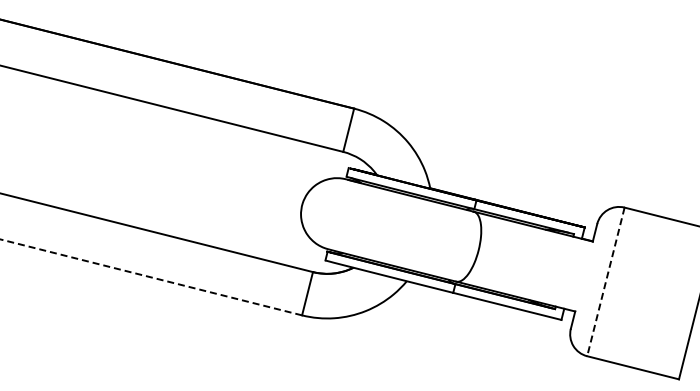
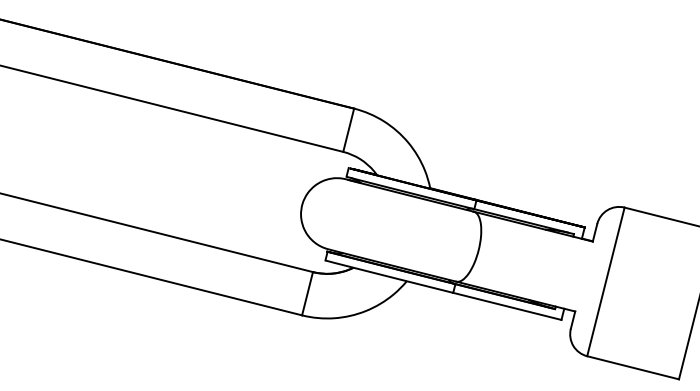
line at (151, 277): dashed -> solid
line at (605, 281): dashed -> solid
